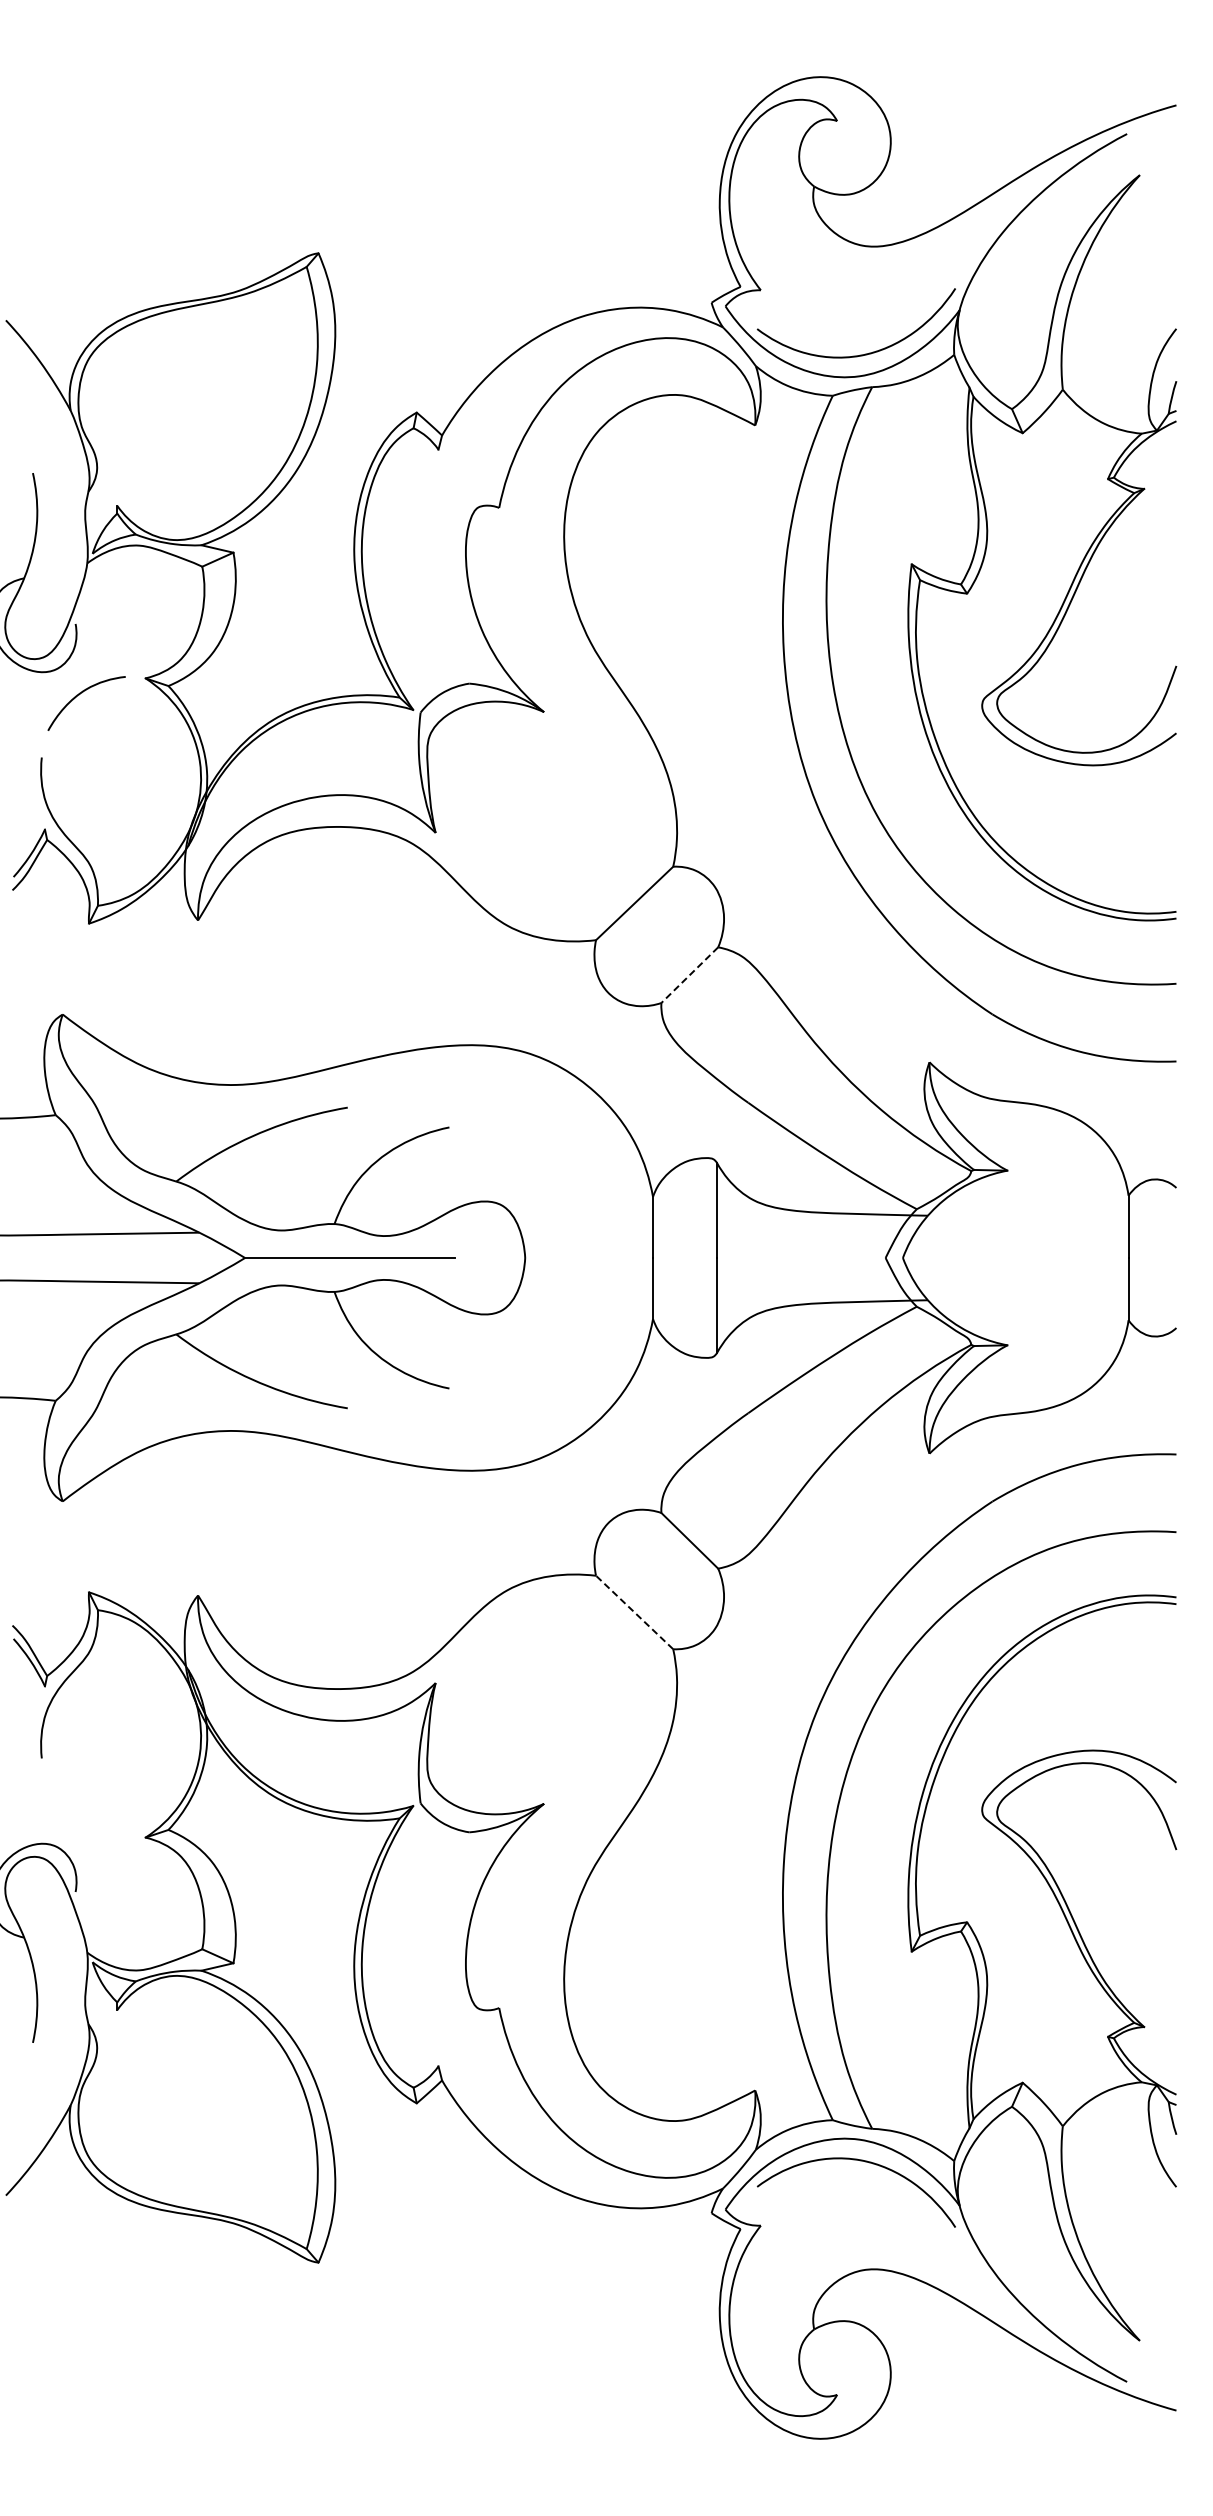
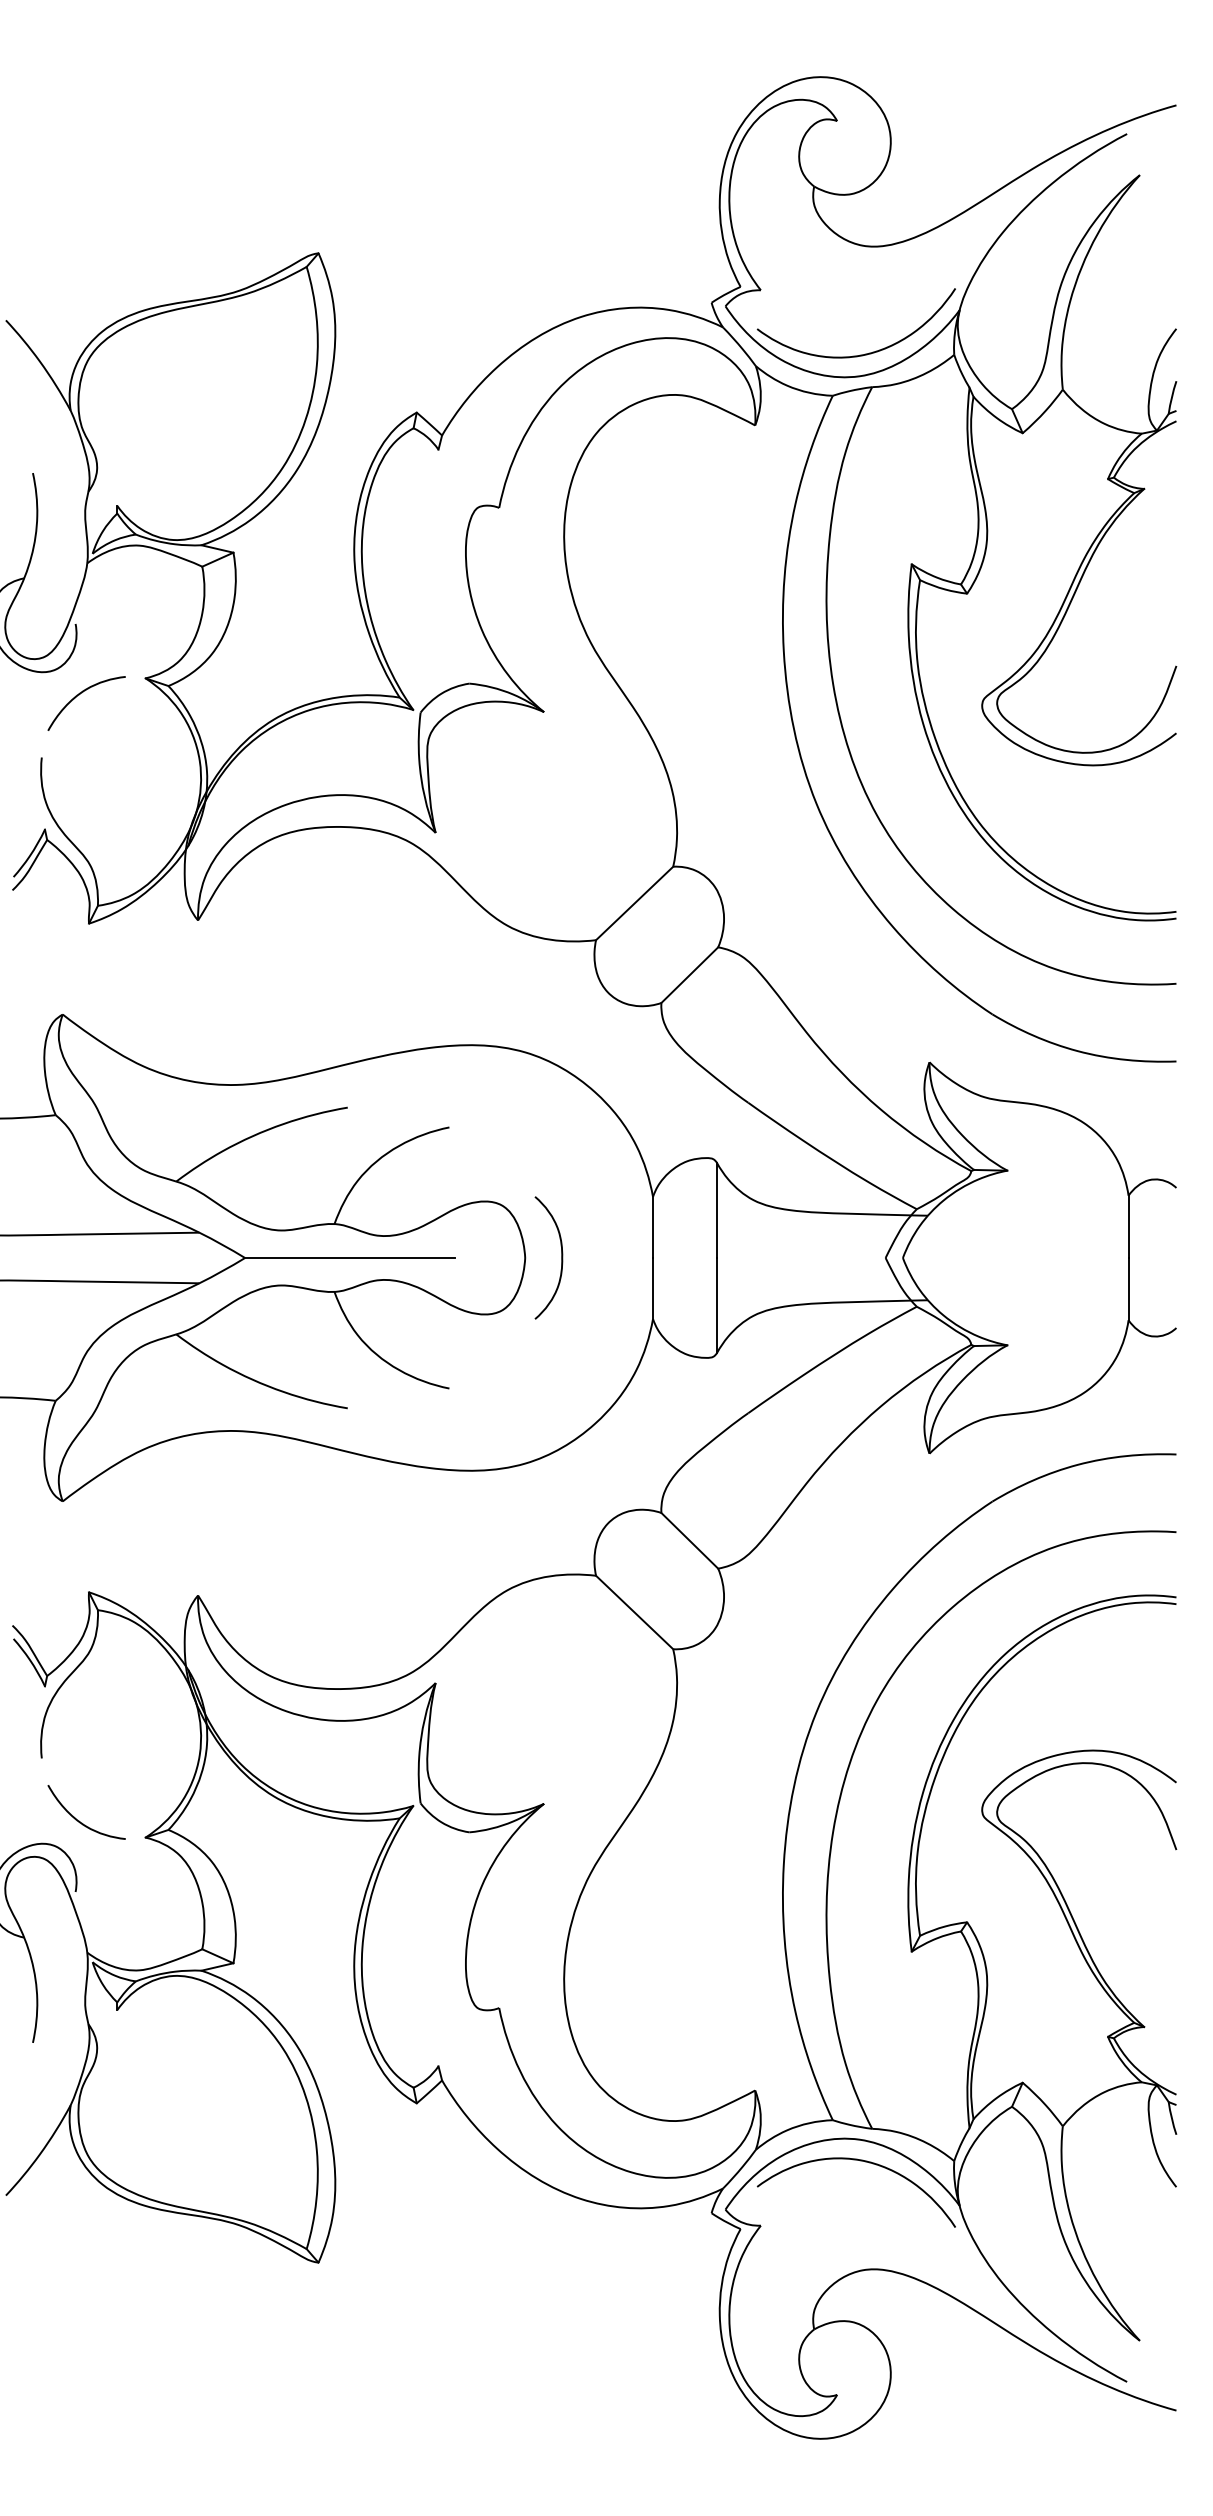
line at (689, 975): dashed -> solid
part at (561, 1257): none -> present
line at (634, 1612): dashed -> solid
curve at (79, 1820): none -> present
